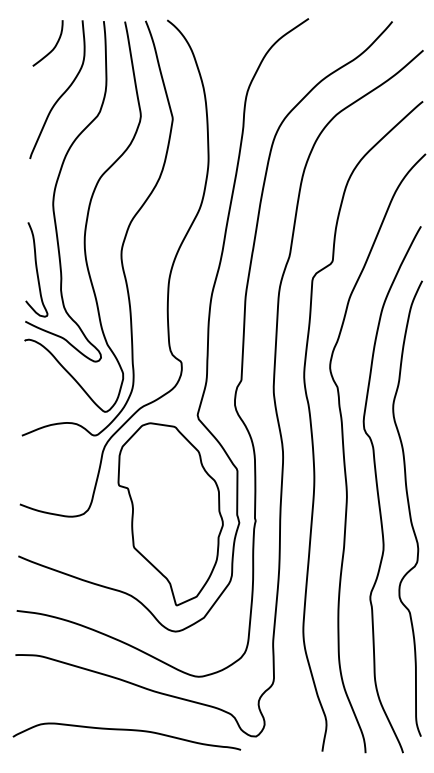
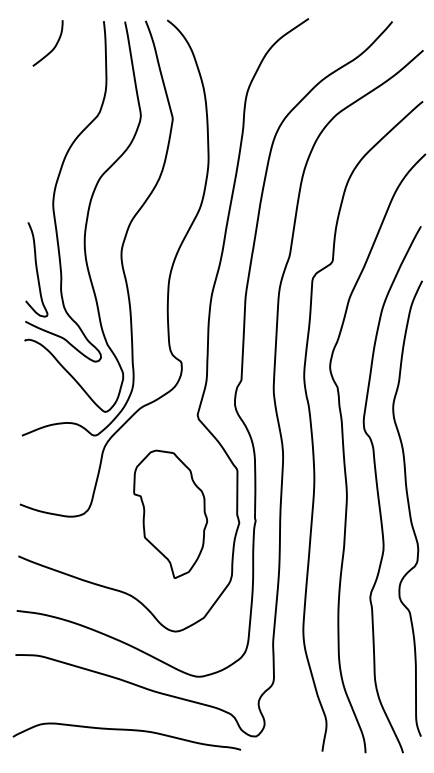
curve at (62, 93): present -> none
part at (170, 514) size: 107x185 px -> 76x130 px
